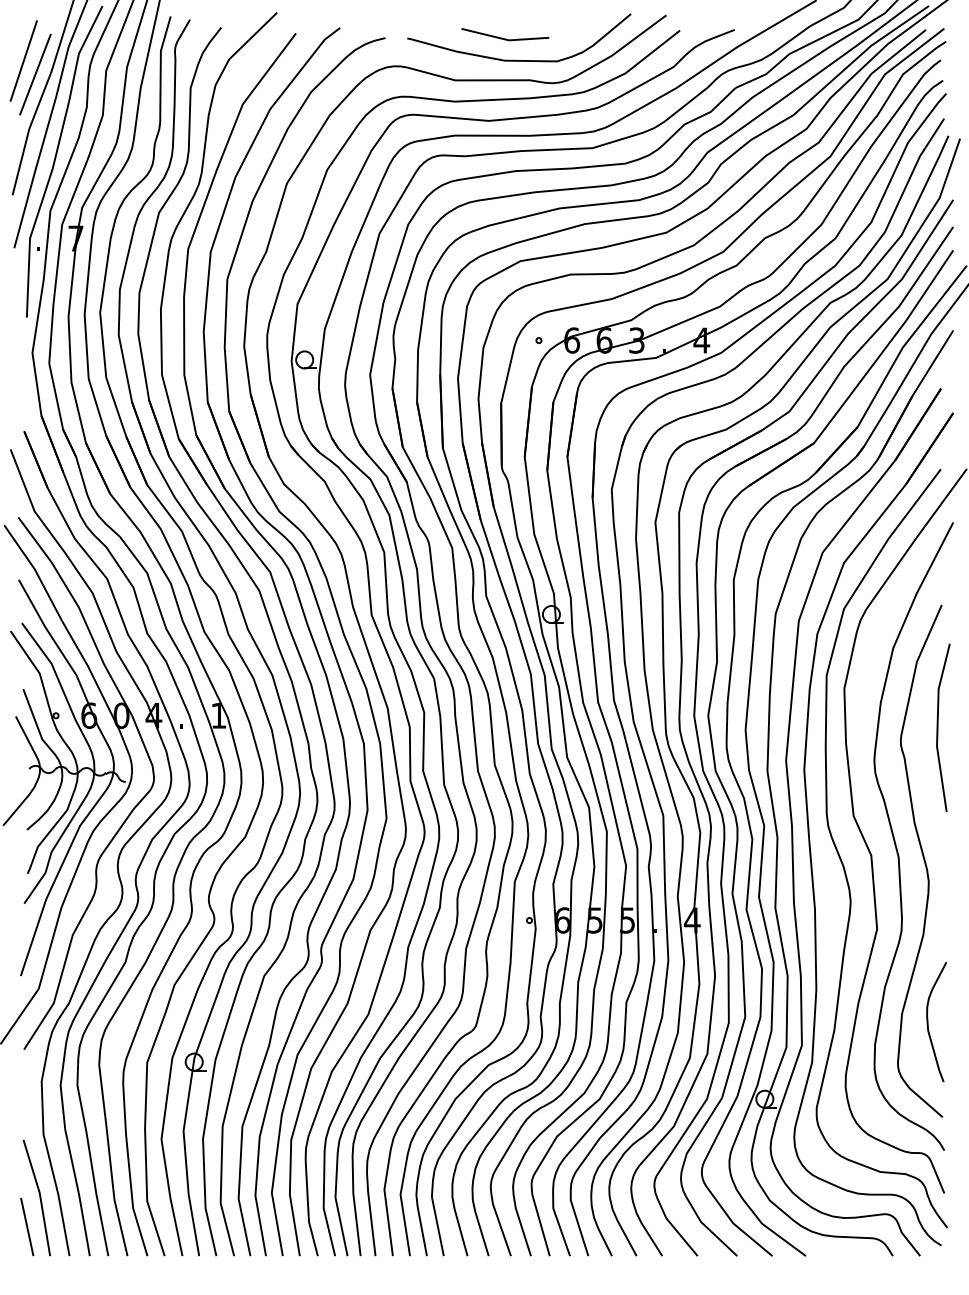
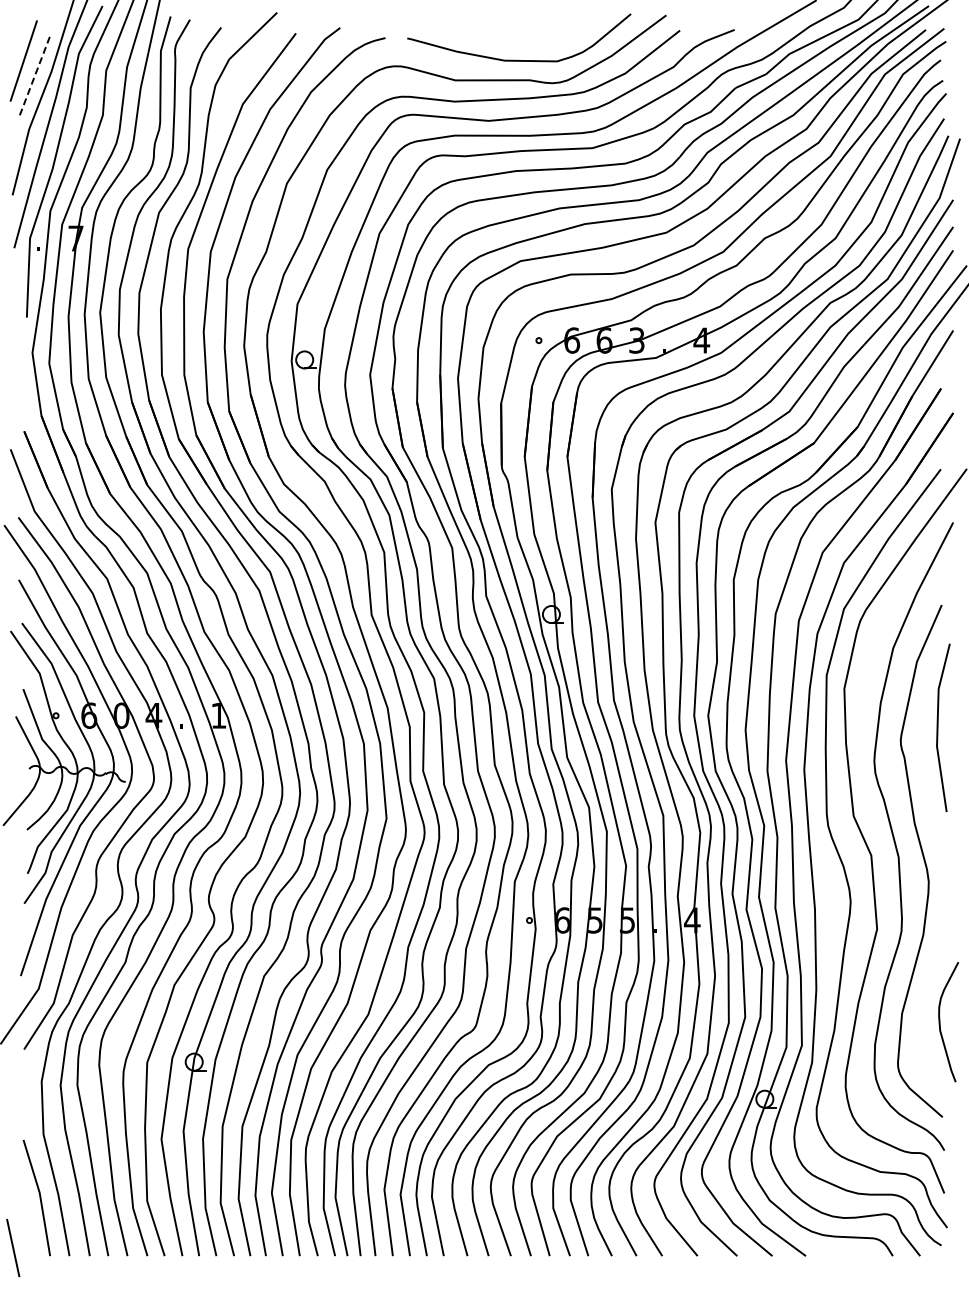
line at (505, 38): present -> none
line at (35, 74): solid -> dashed
curve at (928, 1022) position: (928, 1022) -> (940, 1022)
line at (27, 1226) position: (27, 1226) -> (13, 1247)
